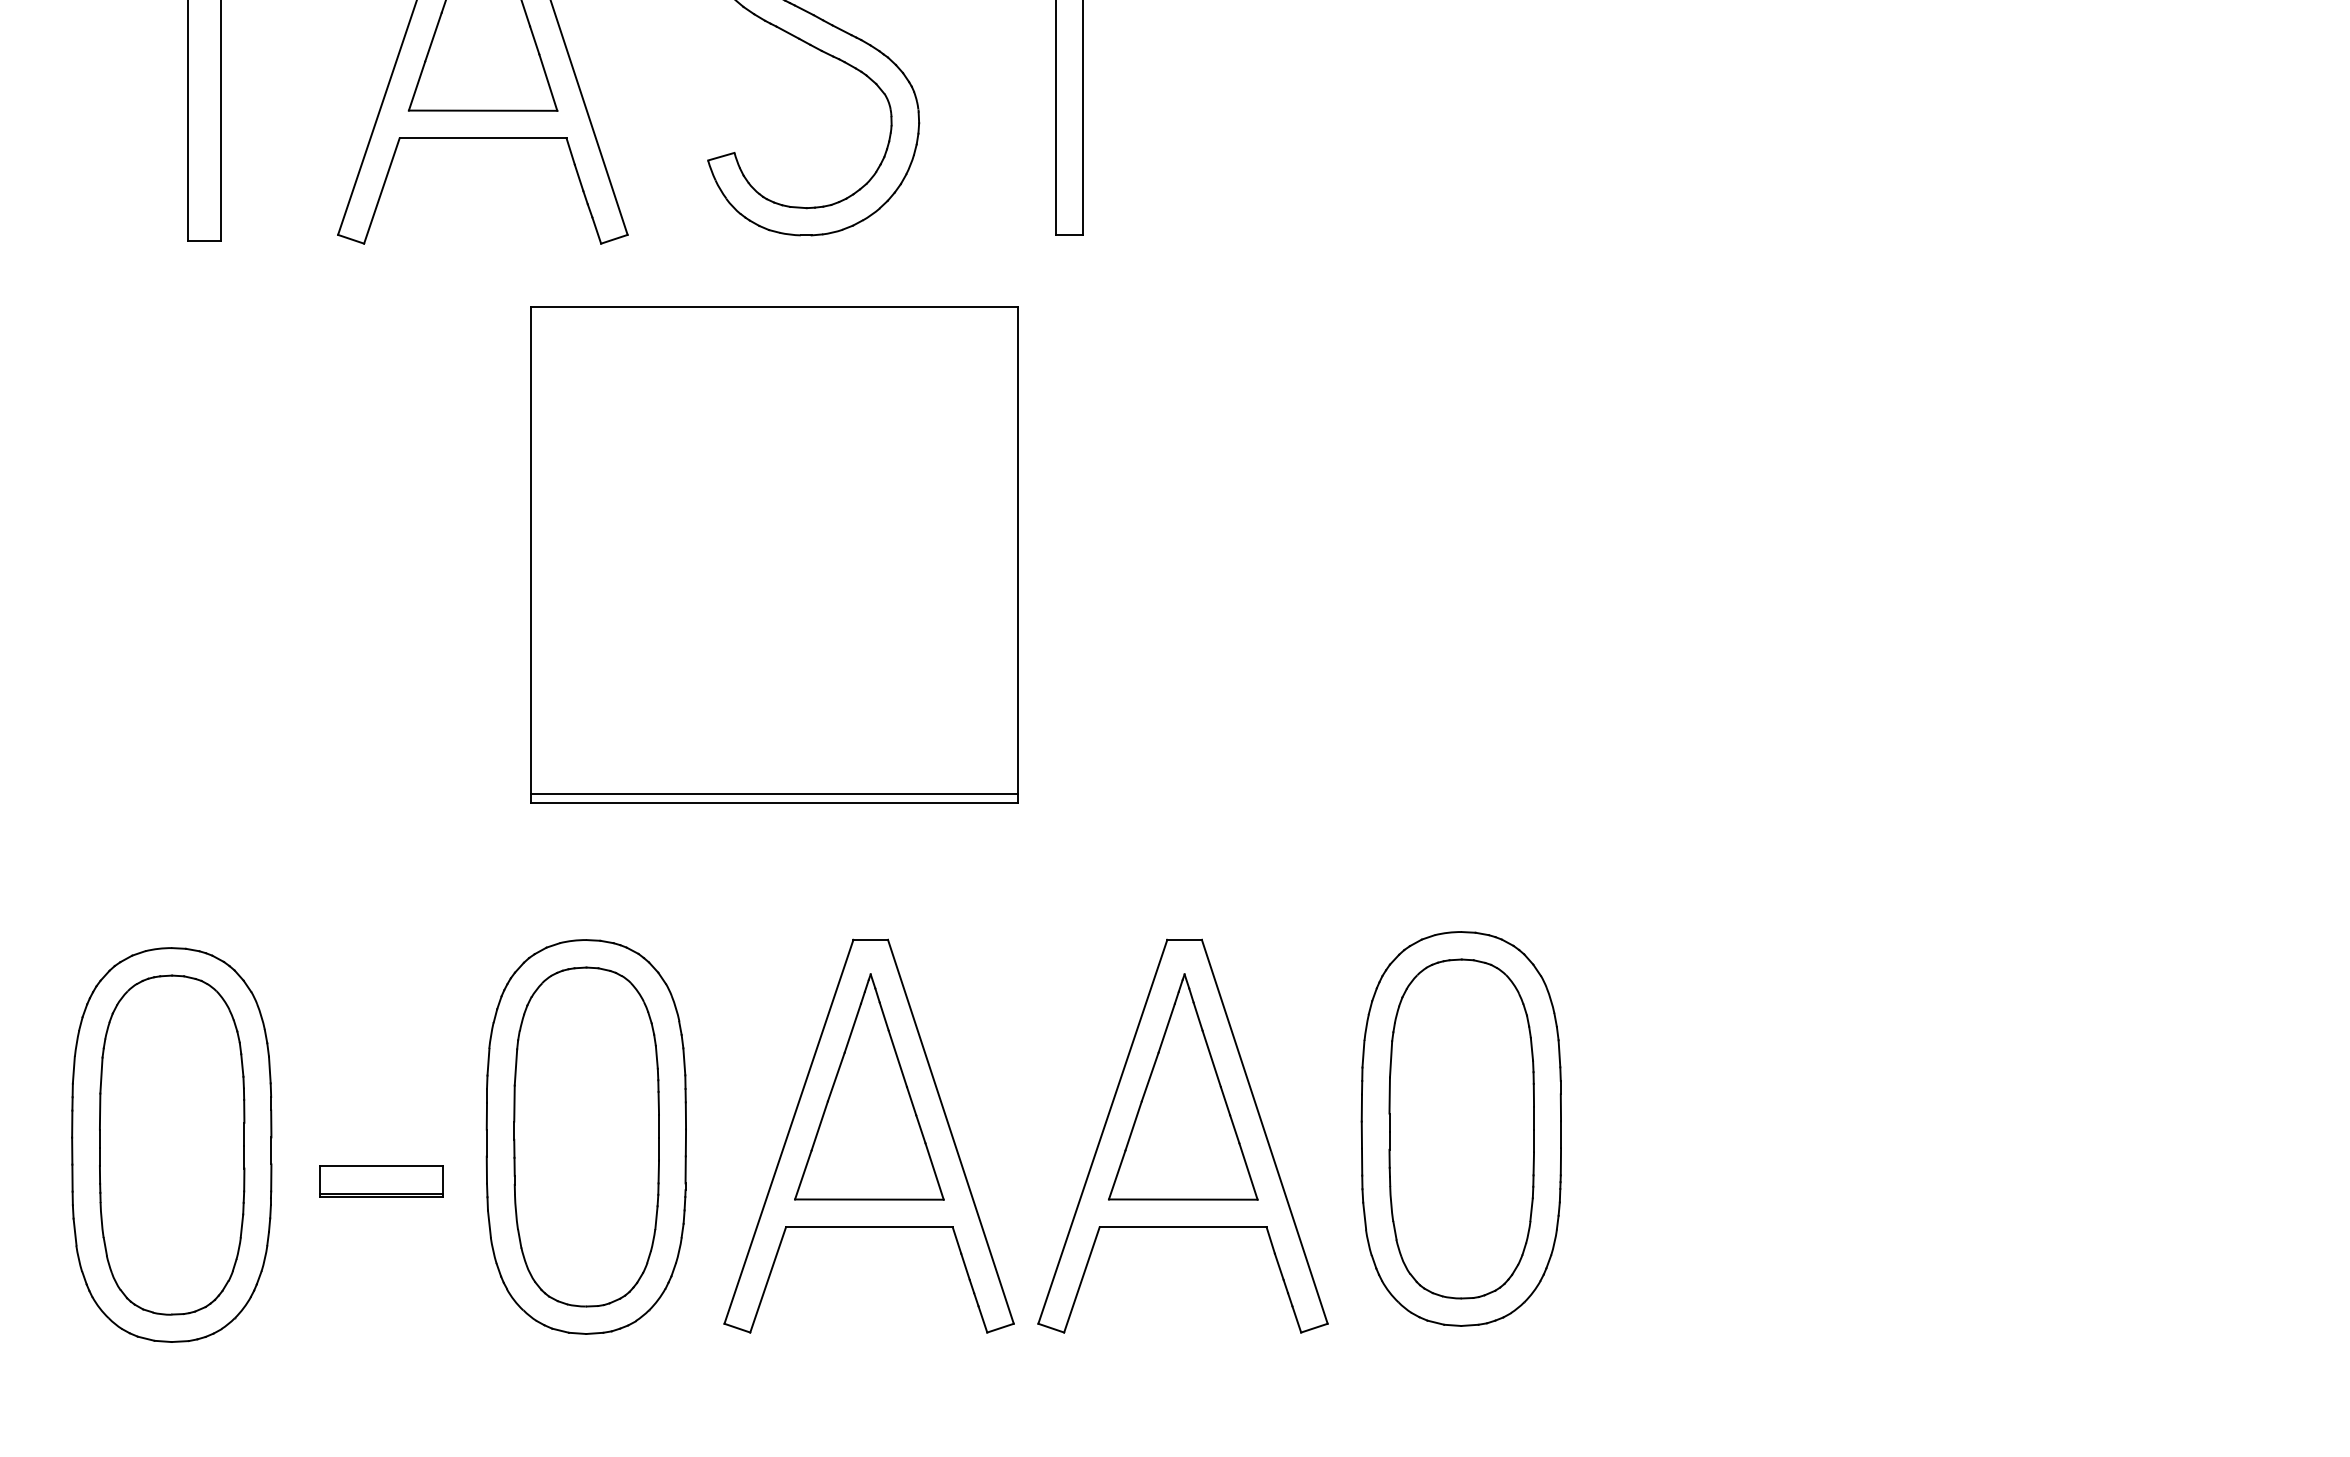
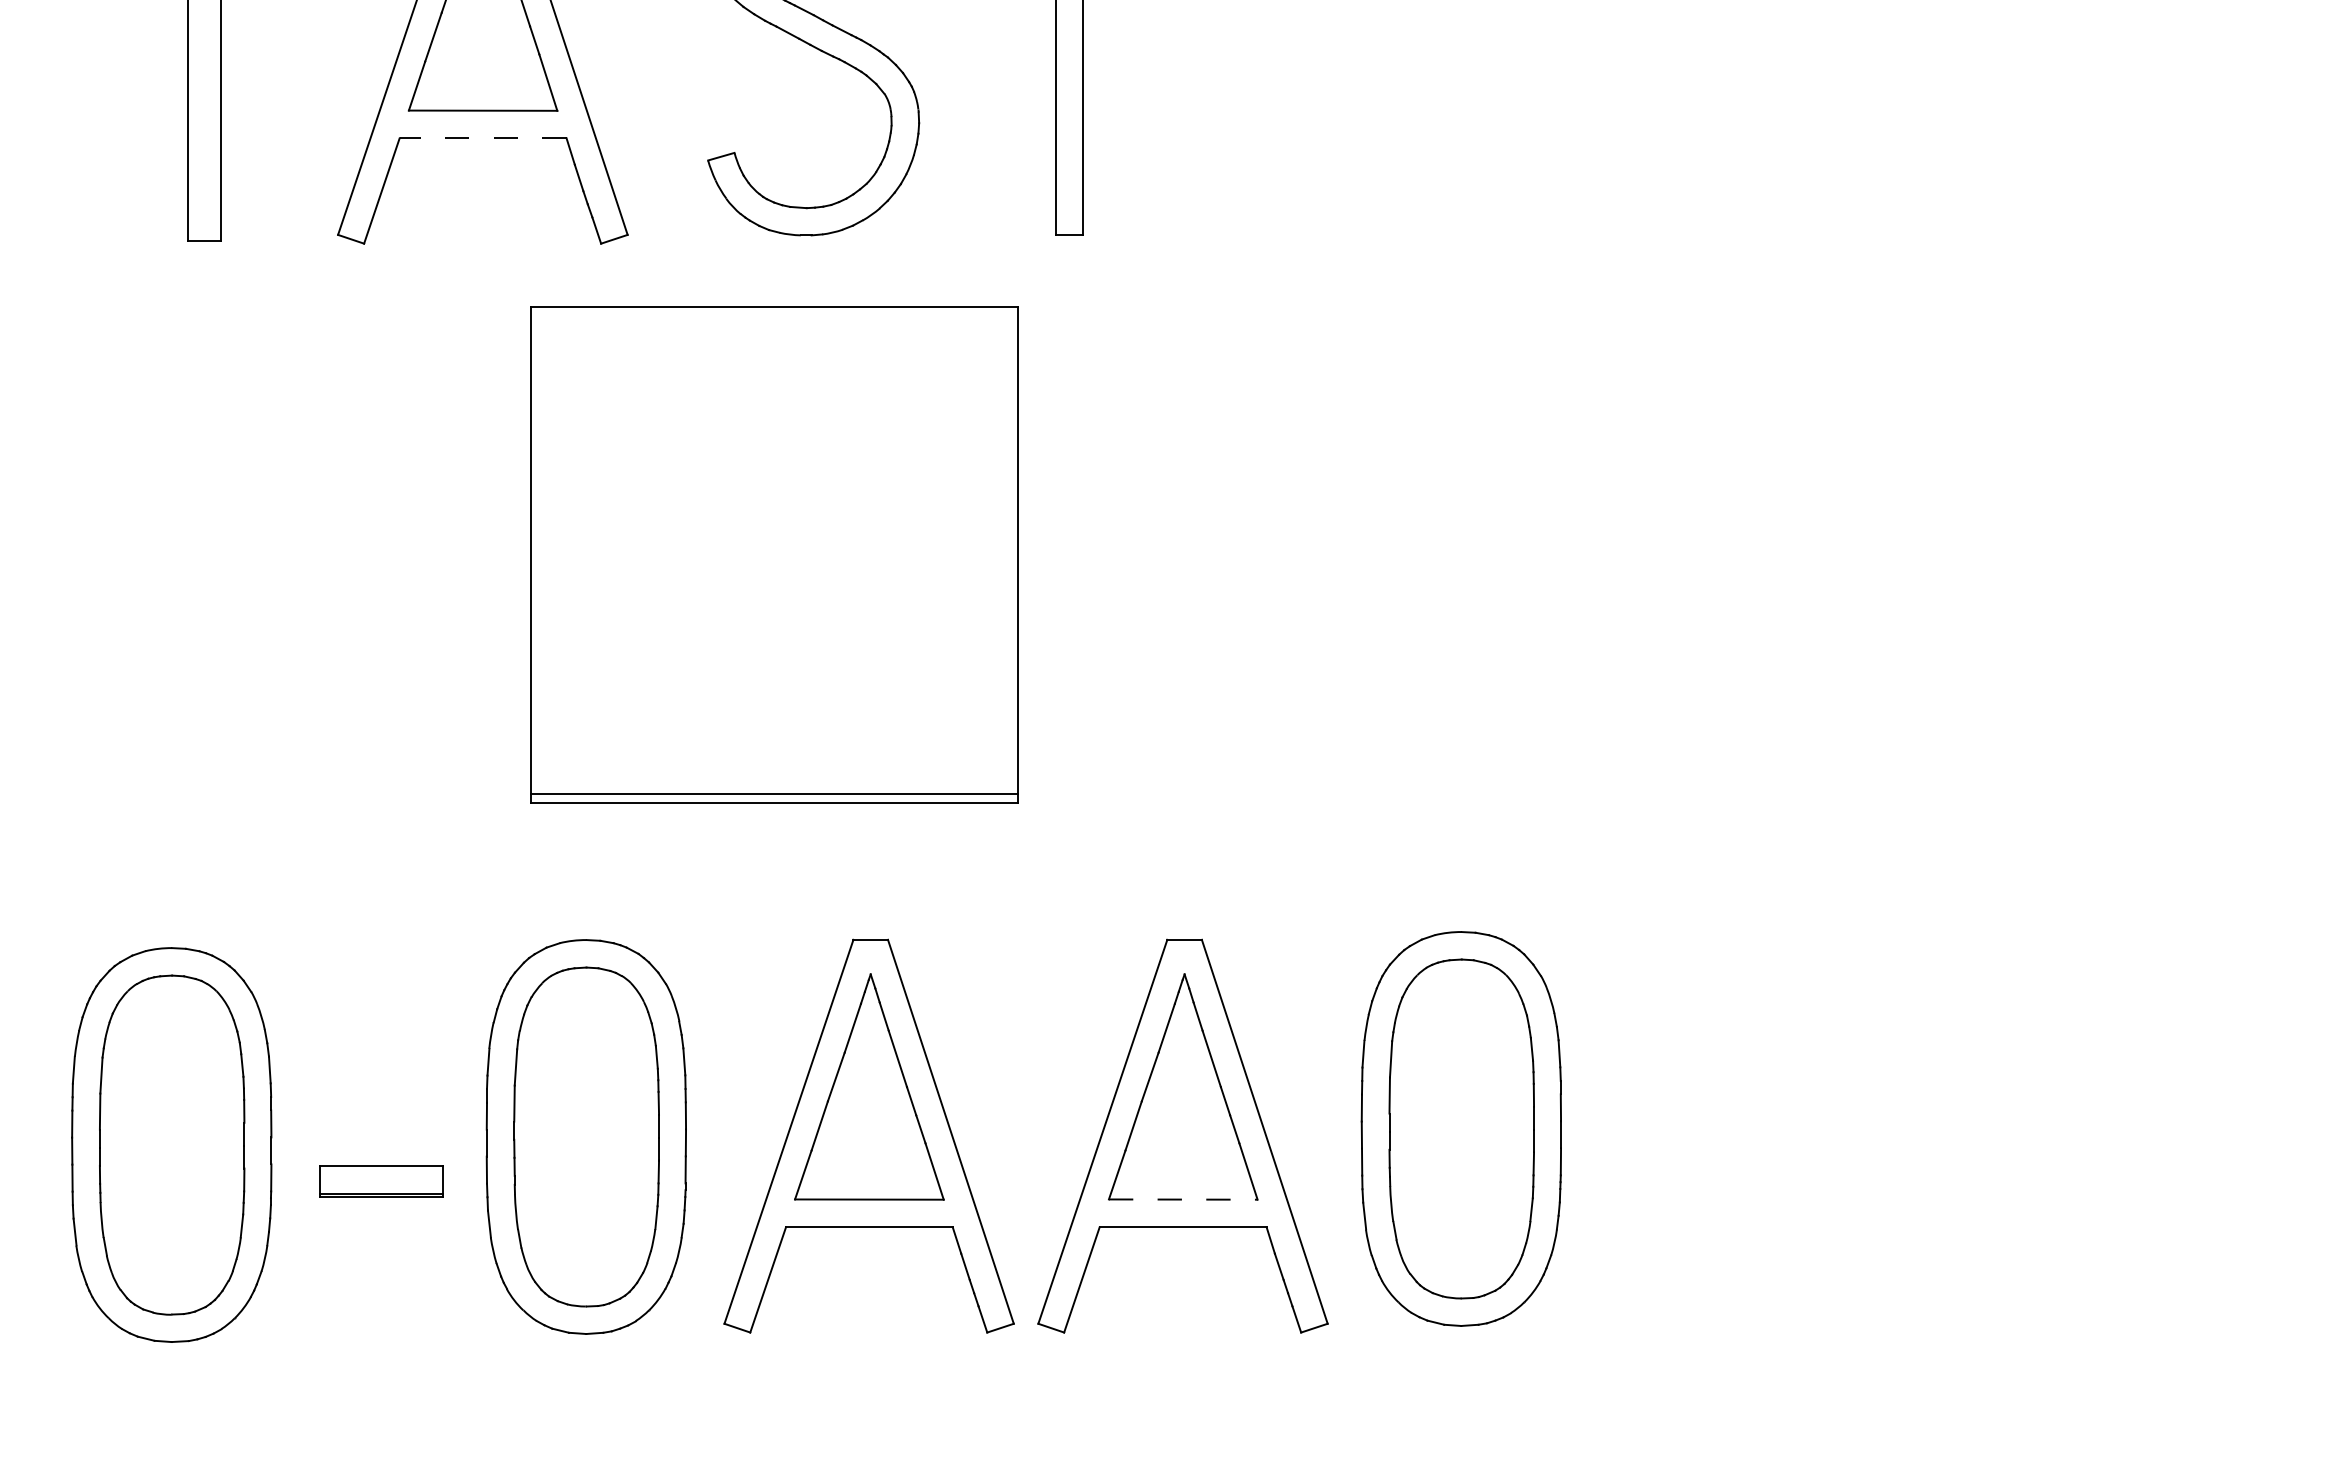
line at (482, 138): solid -> dashed
line at (1183, 1199): solid -> dashed
